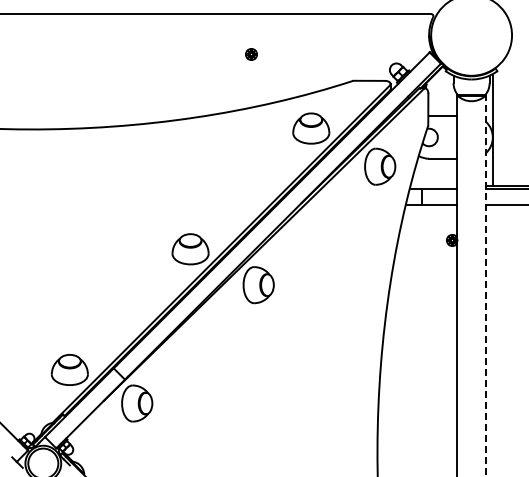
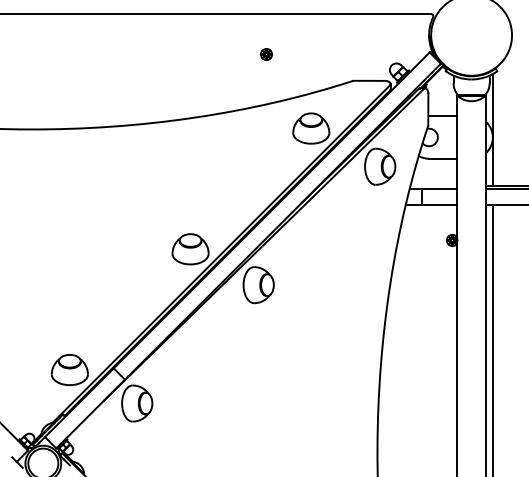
part at (251, 54) position: (251, 54) -> (266, 54)
line at (485, 285): dashed -> solid
line at (492, 338): none -> present
